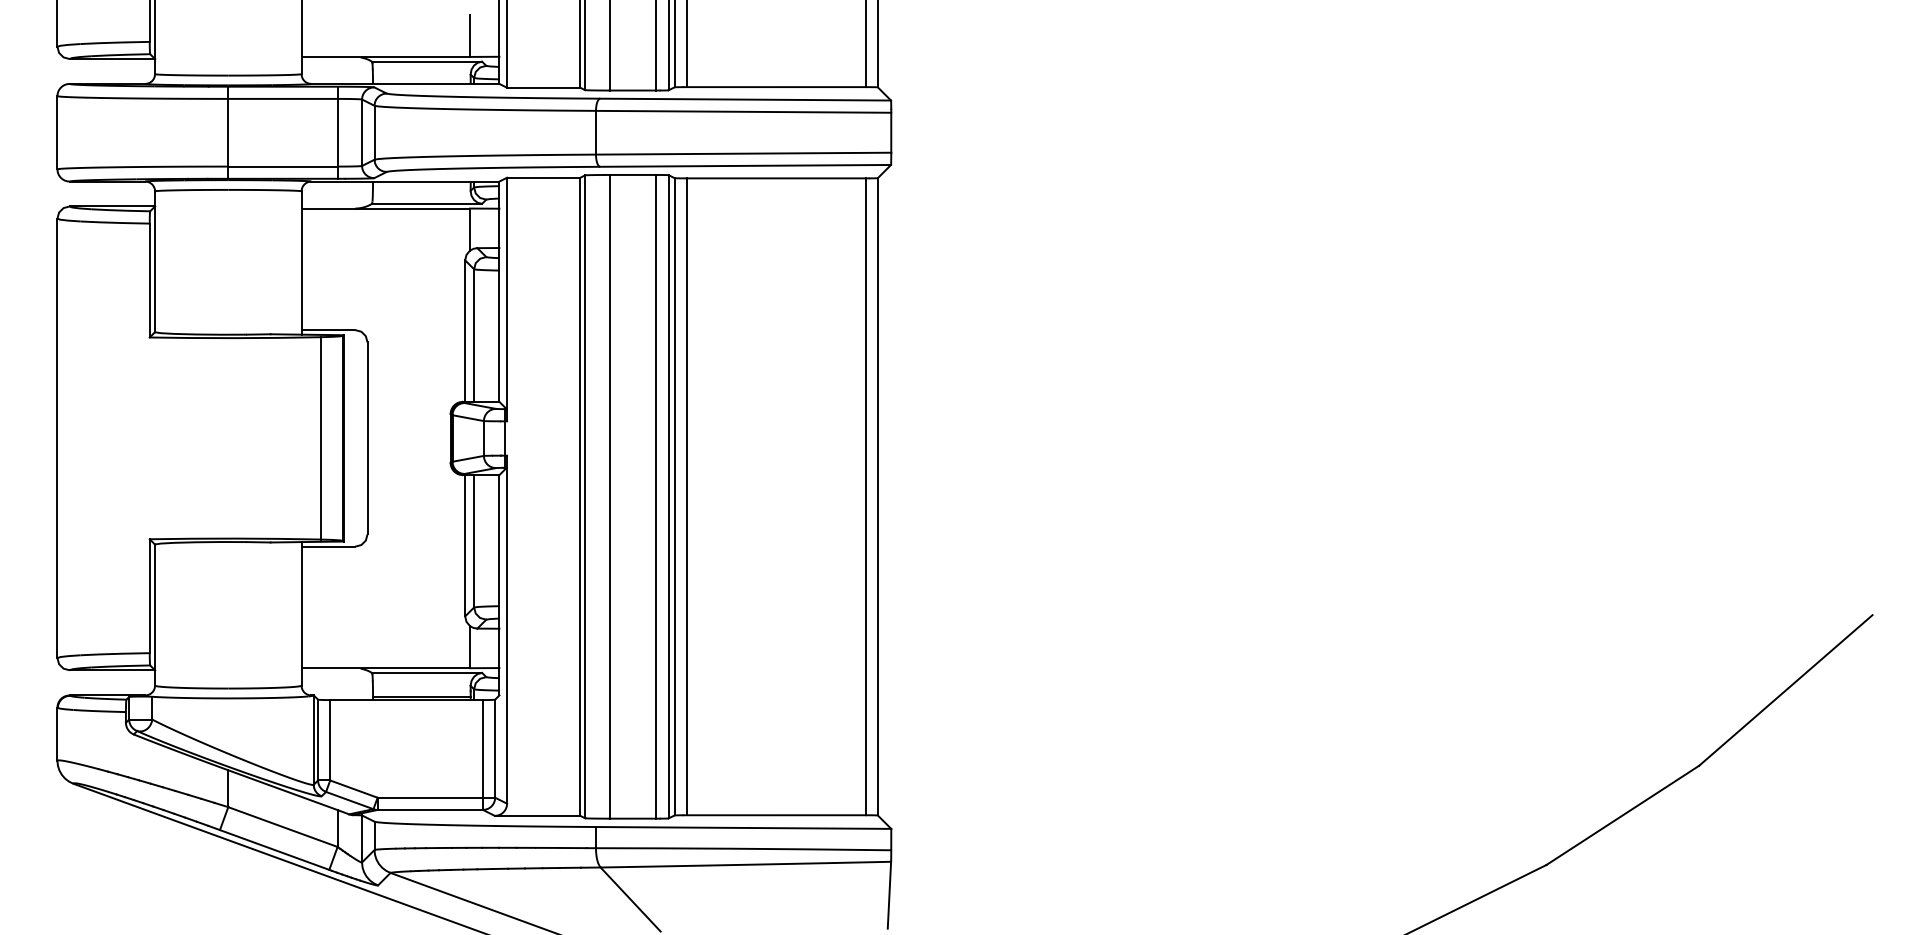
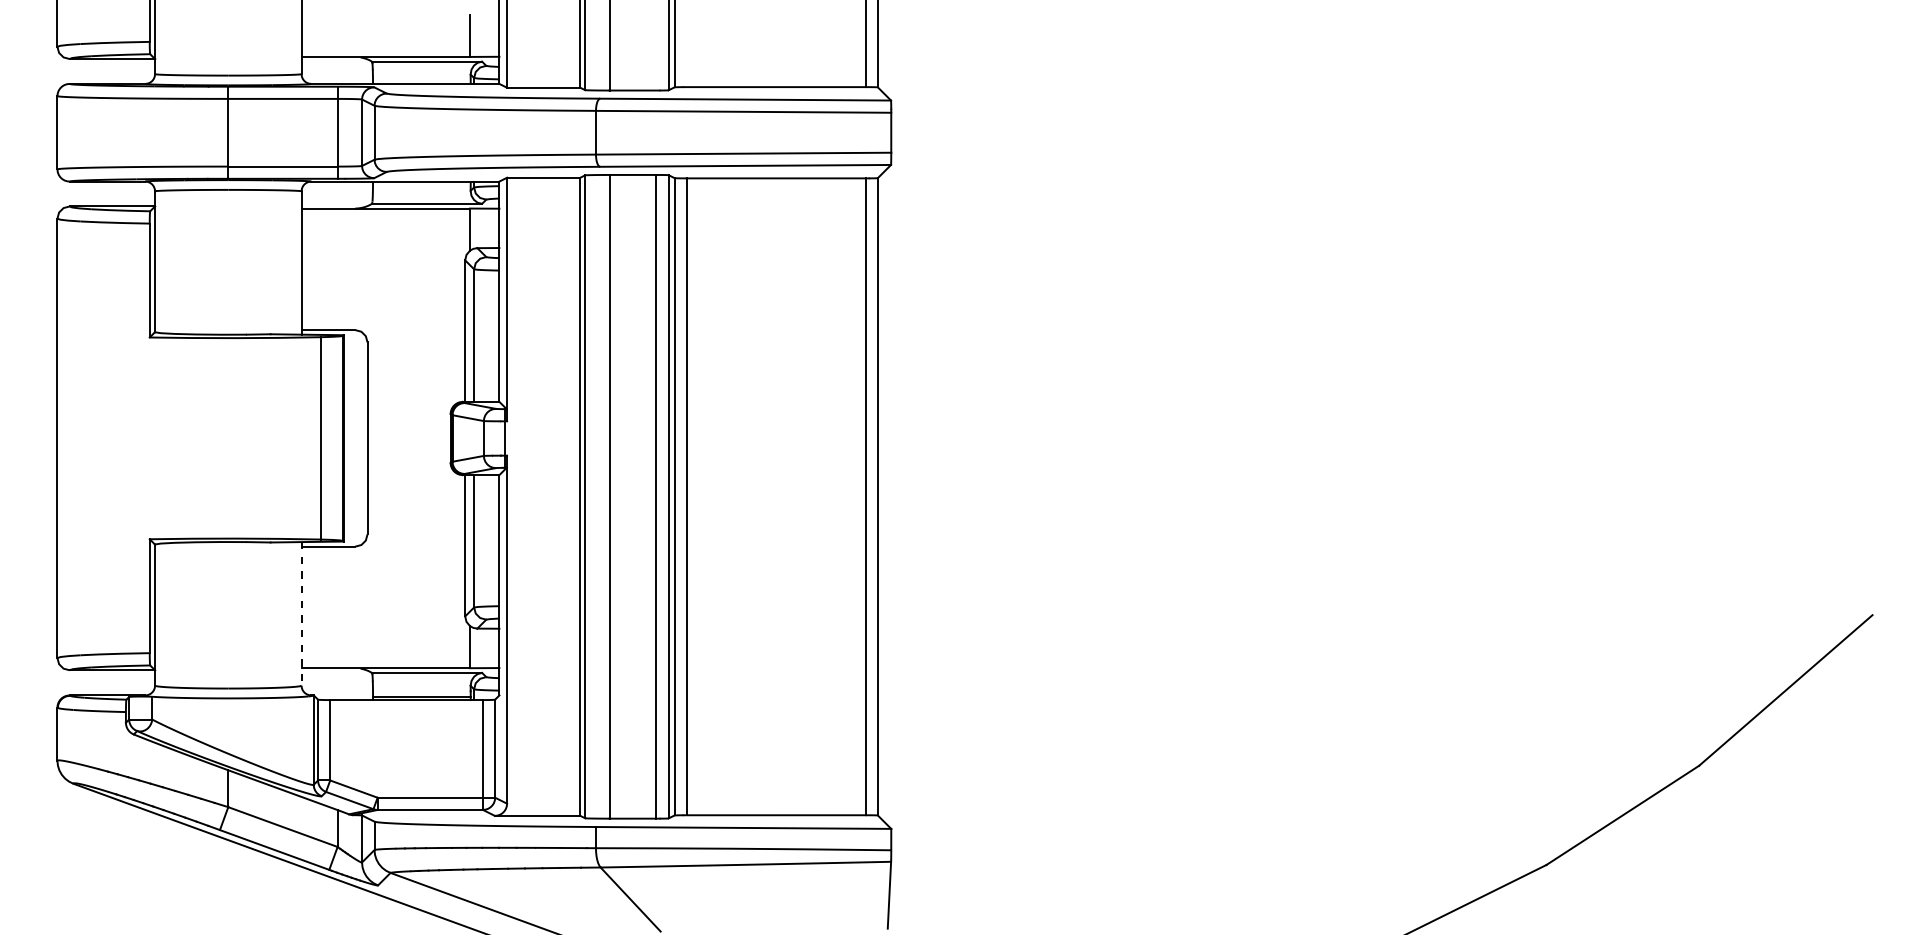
line at (686, 44): present -> none
line at (656, 46): present -> none
line at (301, 613): solid -> dashed
